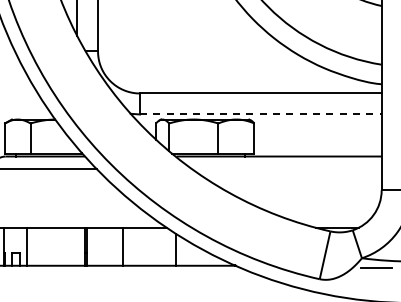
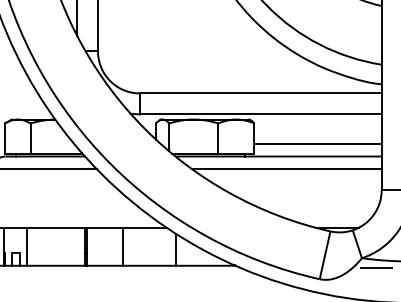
line at (260, 114): dashed -> solid
line at (317, 143): none -> present
line at (286, 169): none -> present
